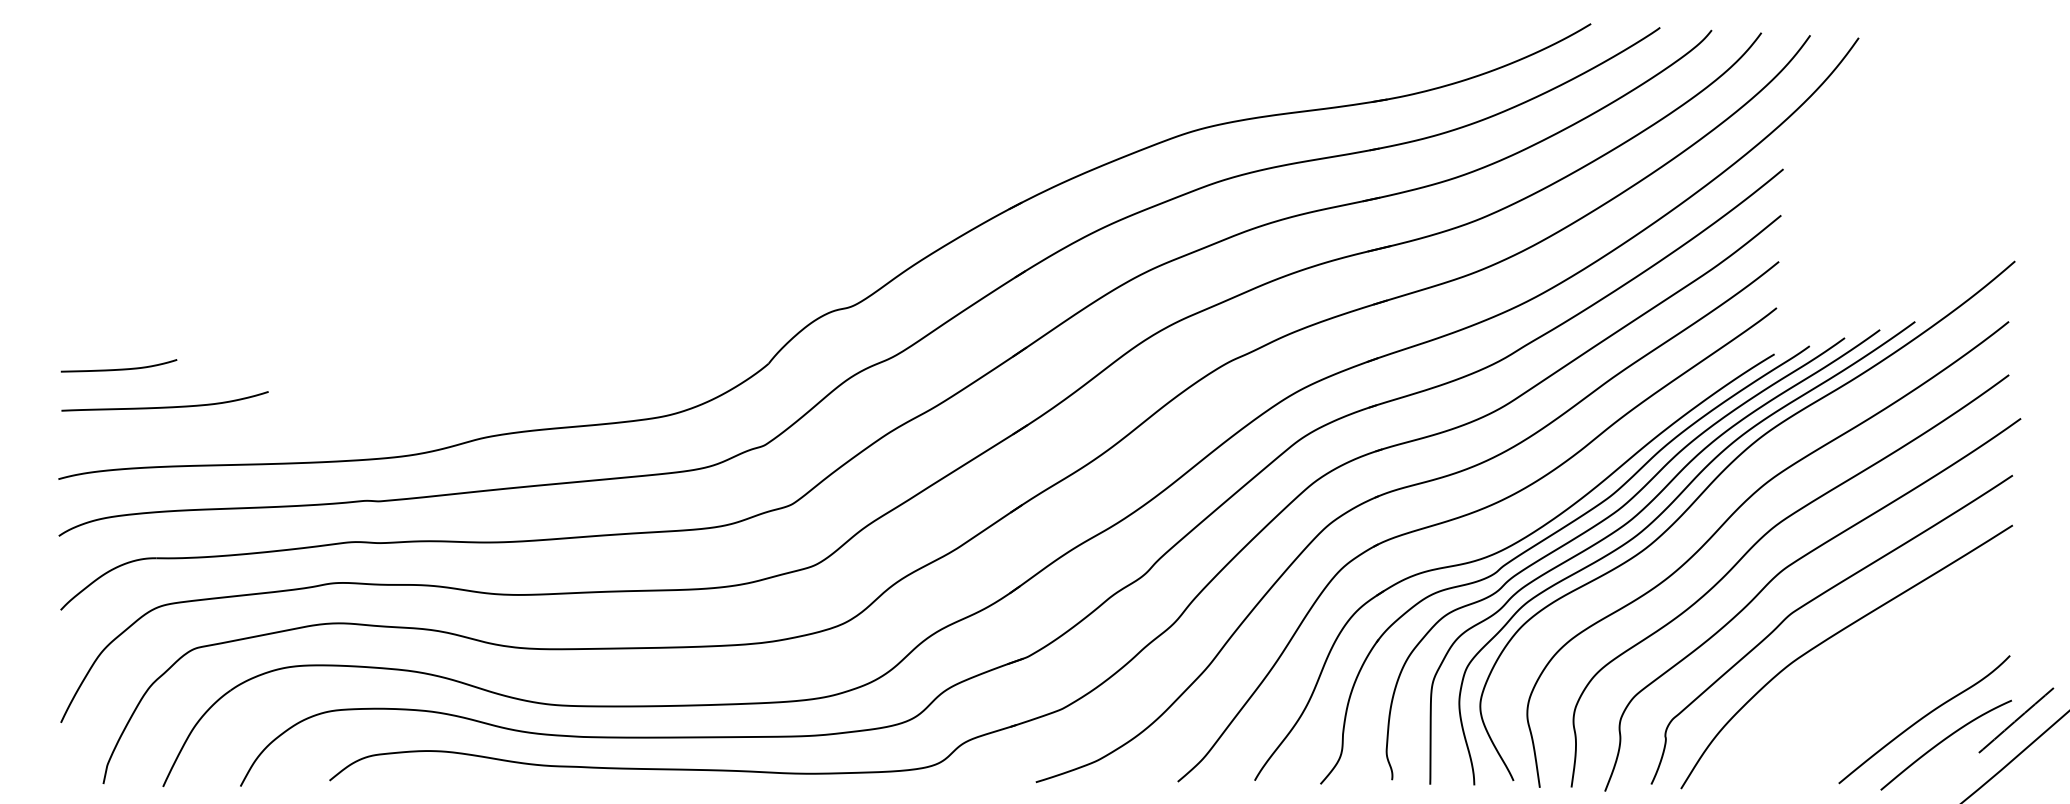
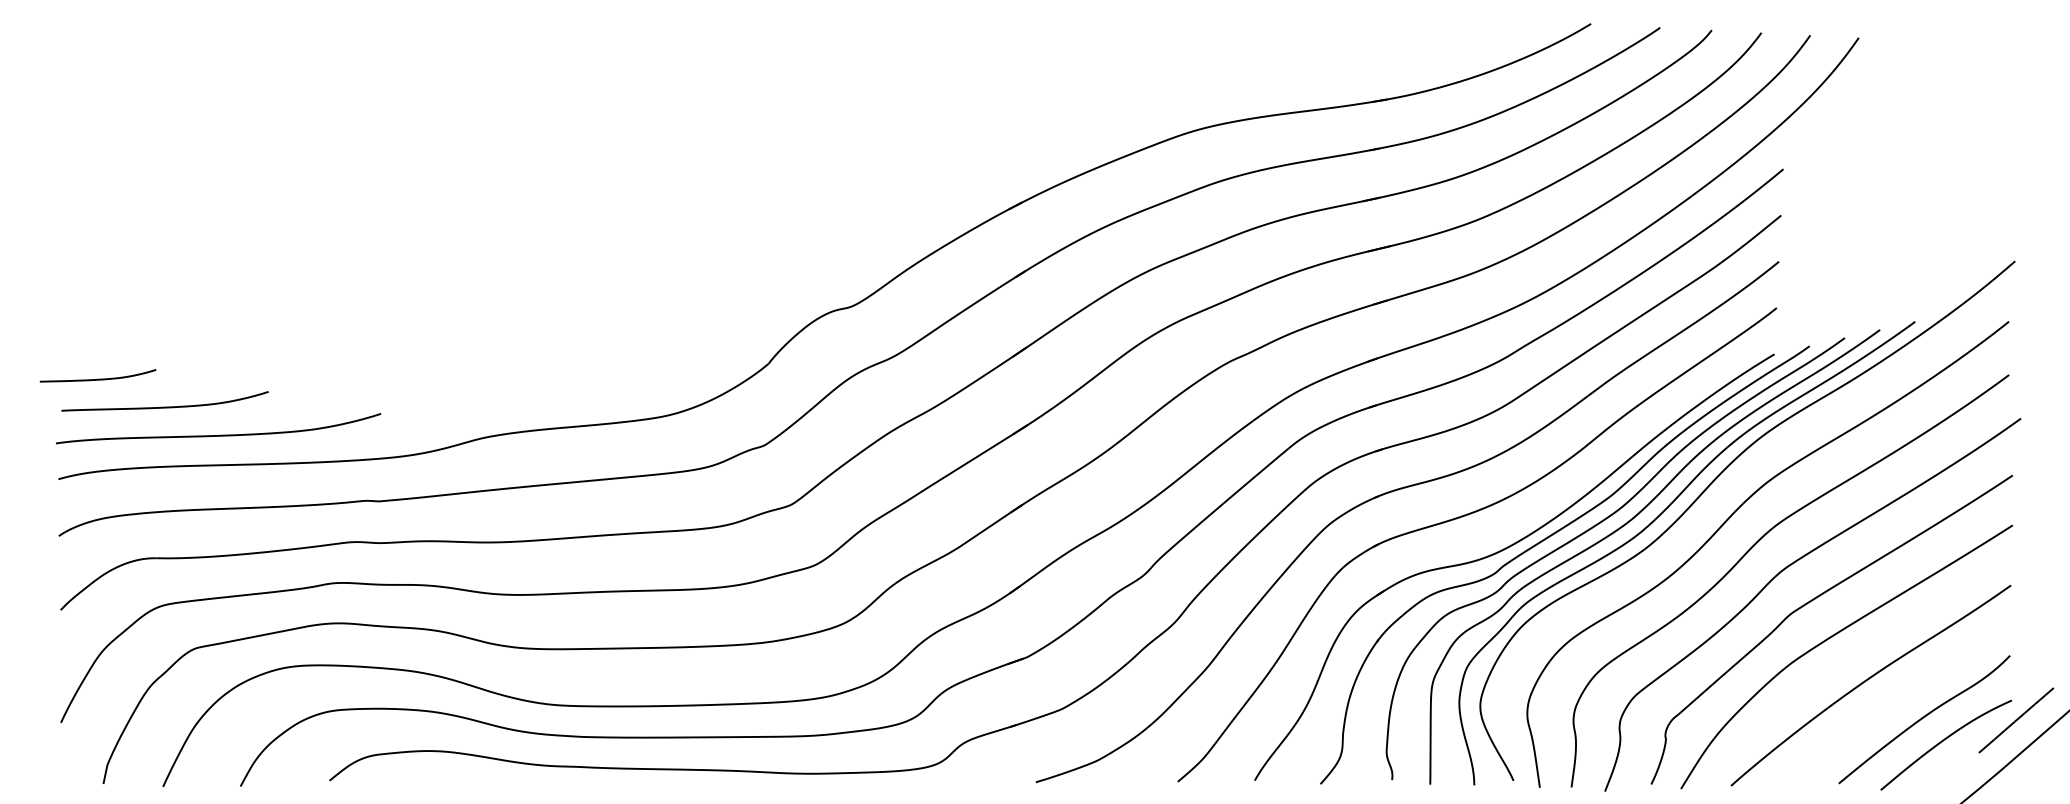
curve at (118, 368) position: (118, 368) -> (97, 378)
curve at (219, 434): none -> present
curve at (1868, 680): none -> present
